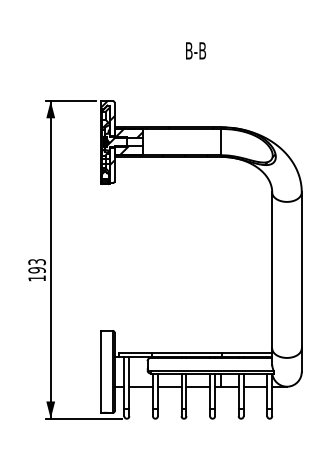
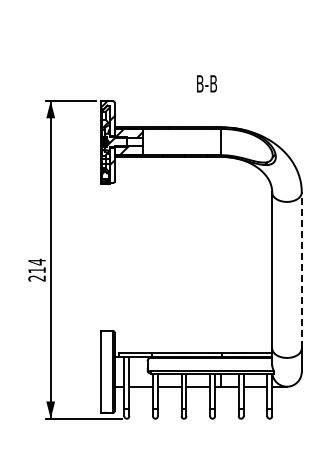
text at (195, 50) position: (195, 50) -> (206, 83)
text at (36, 269): 193 -> 214
line at (301, 269): solid -> dashed
